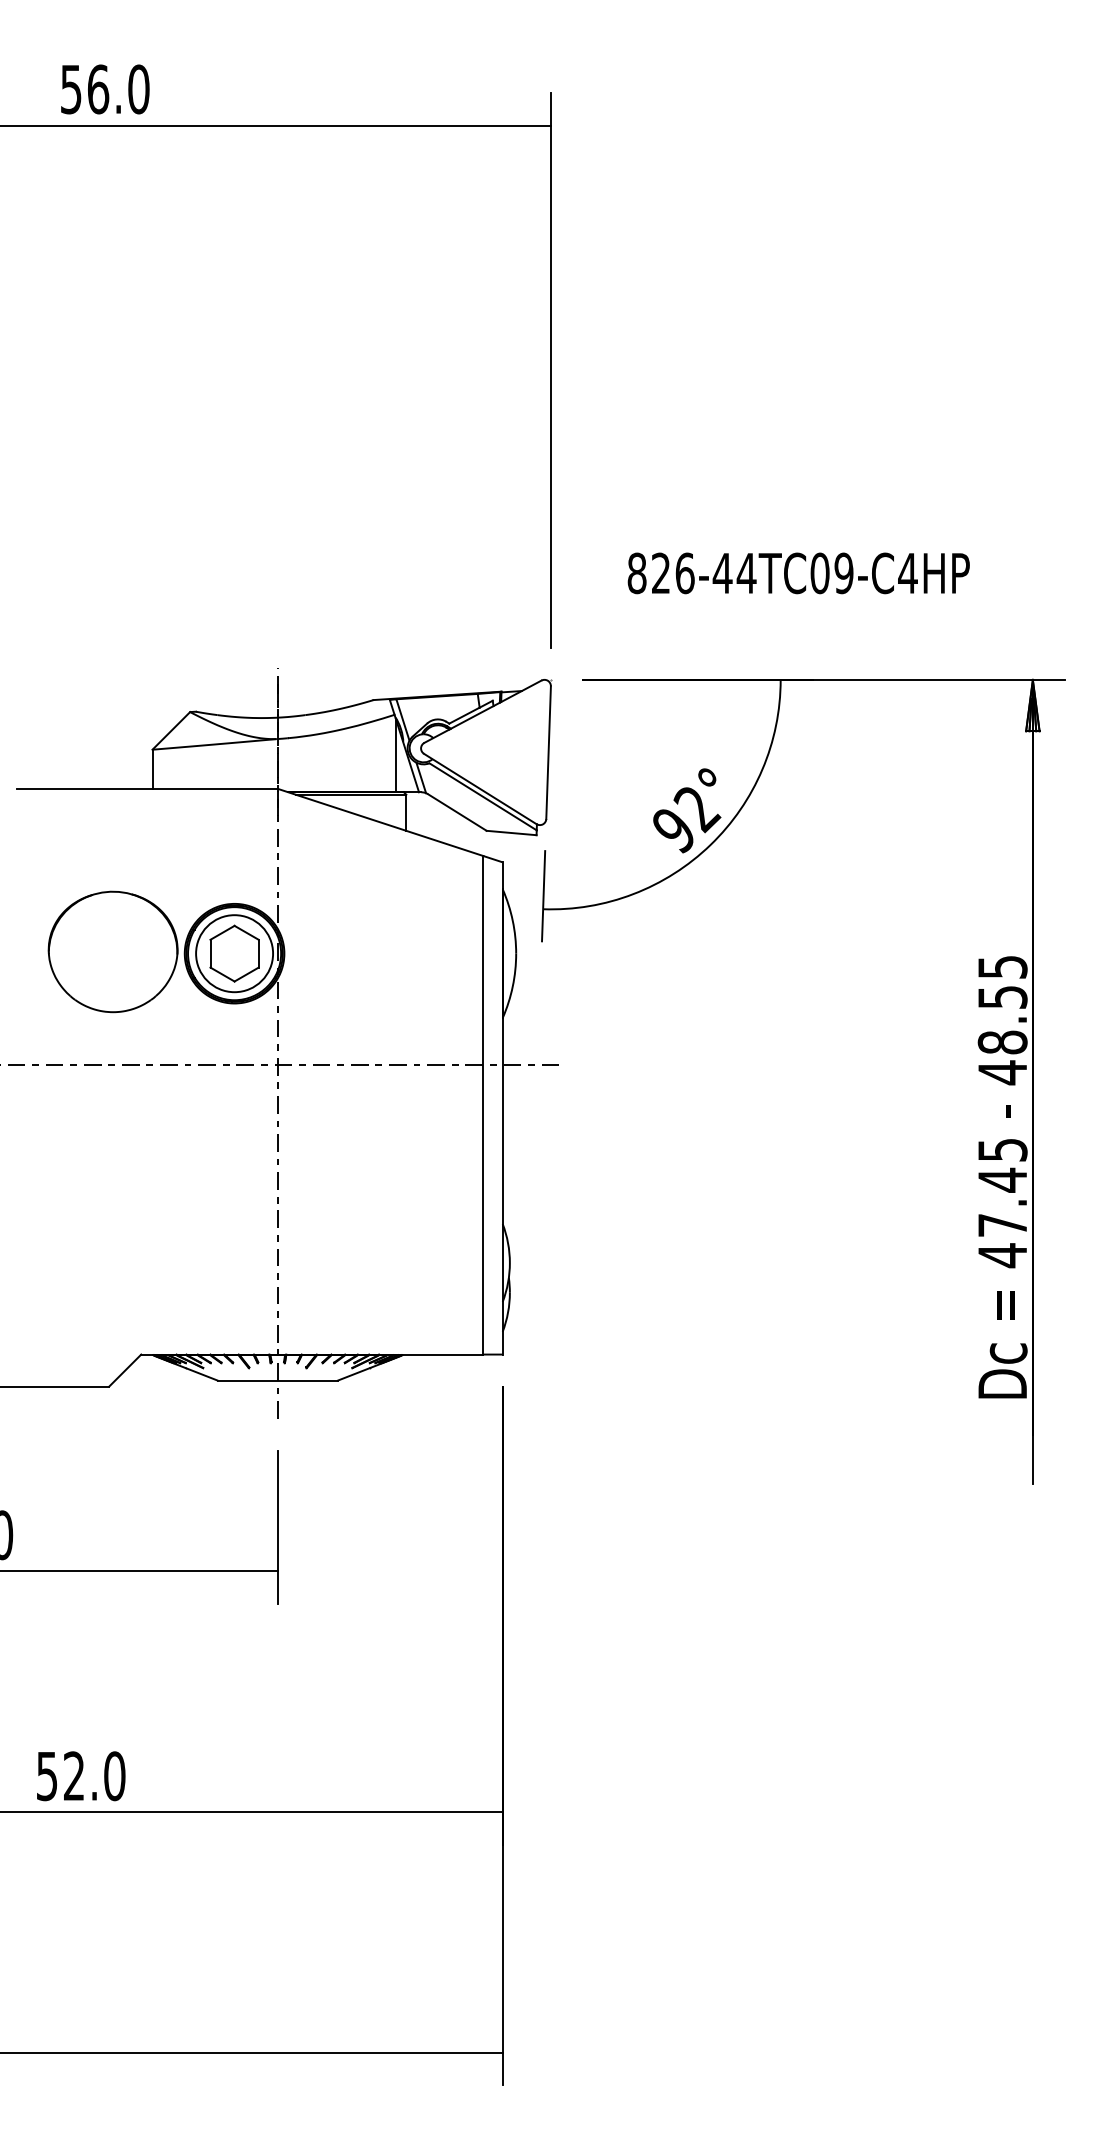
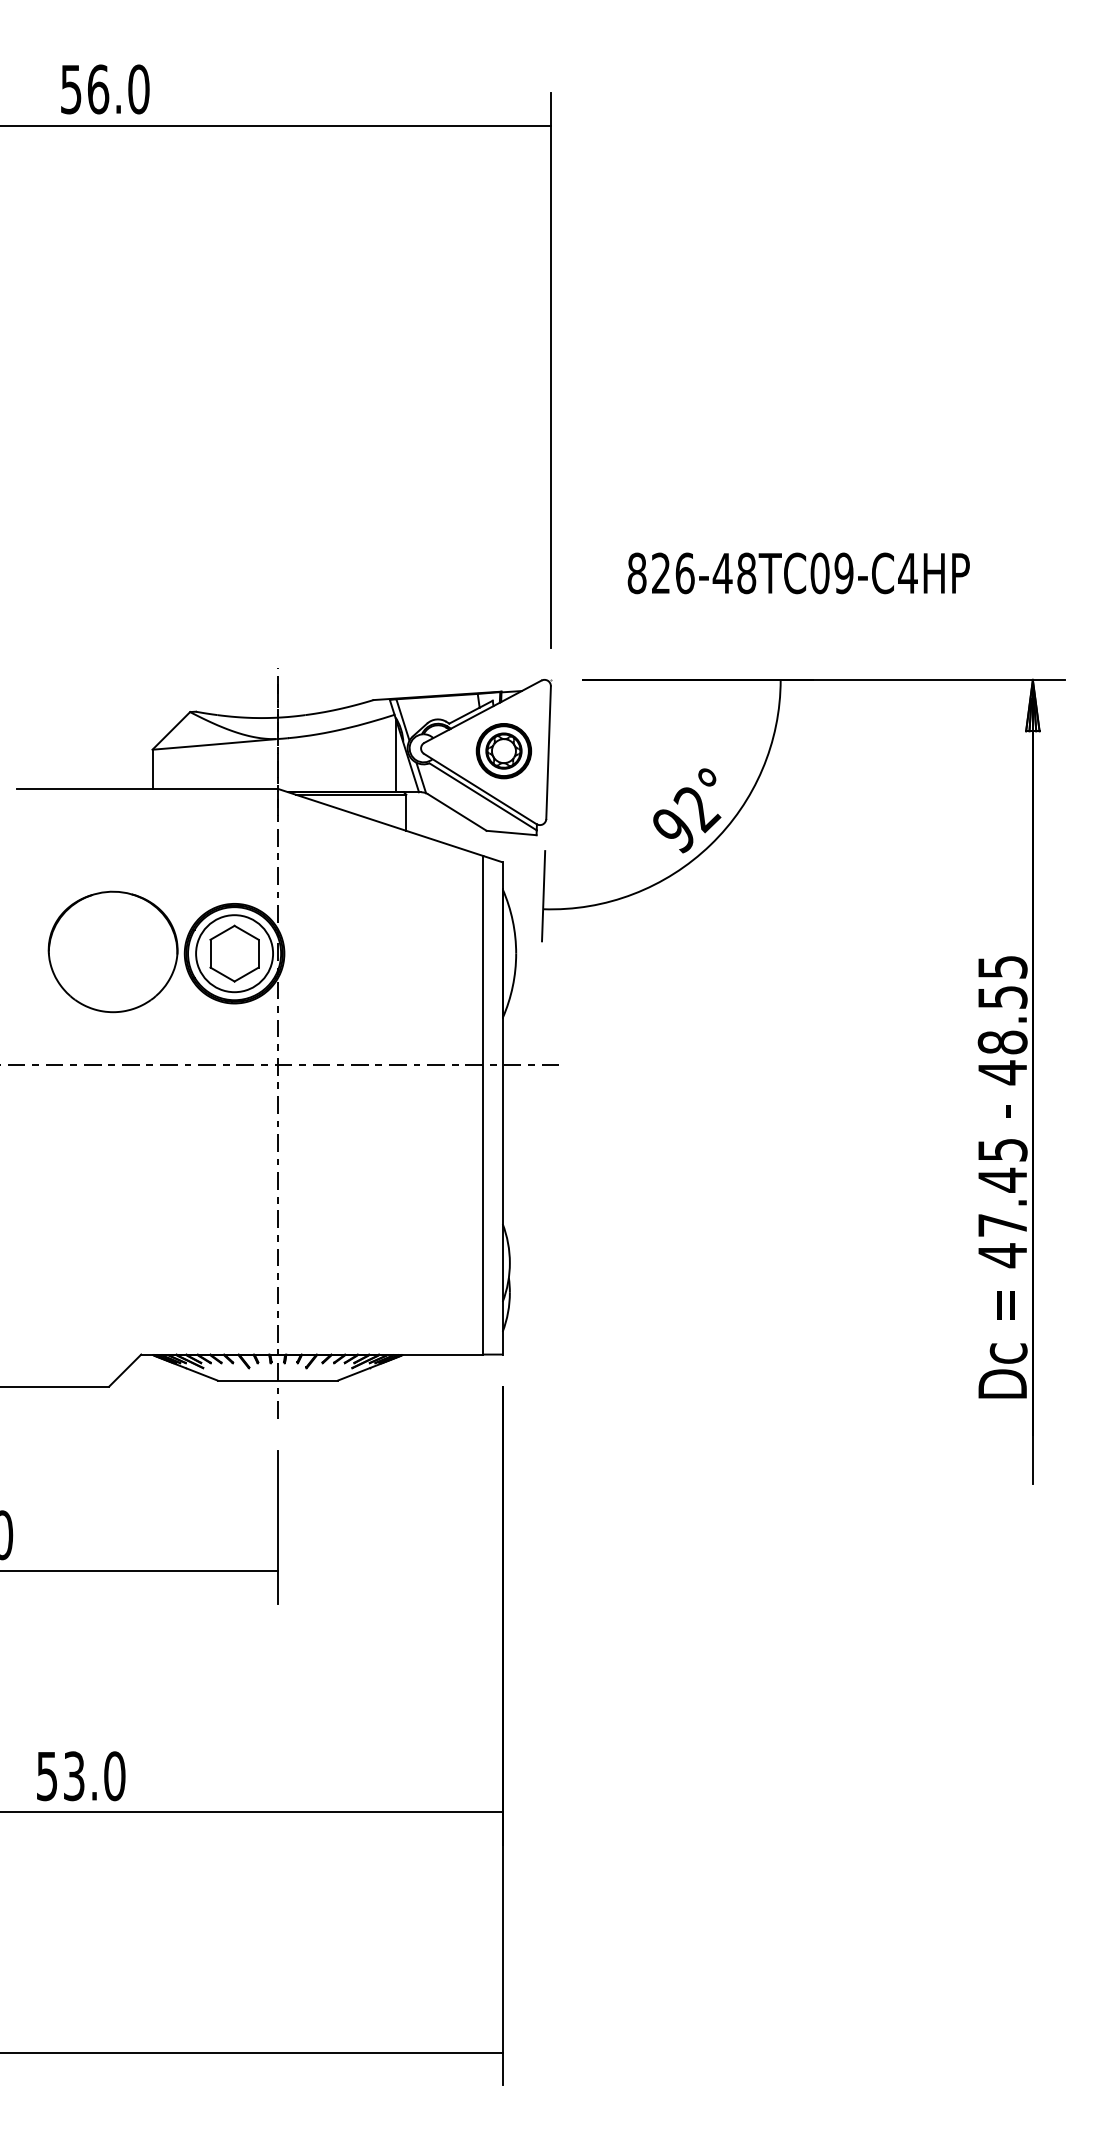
text at (746, 573): 826-44TC09-C4HP -> 826-48TC09-C4HP
part at (503, 751): none -> present
text at (74, 1776): 52.0 -> 53.0
